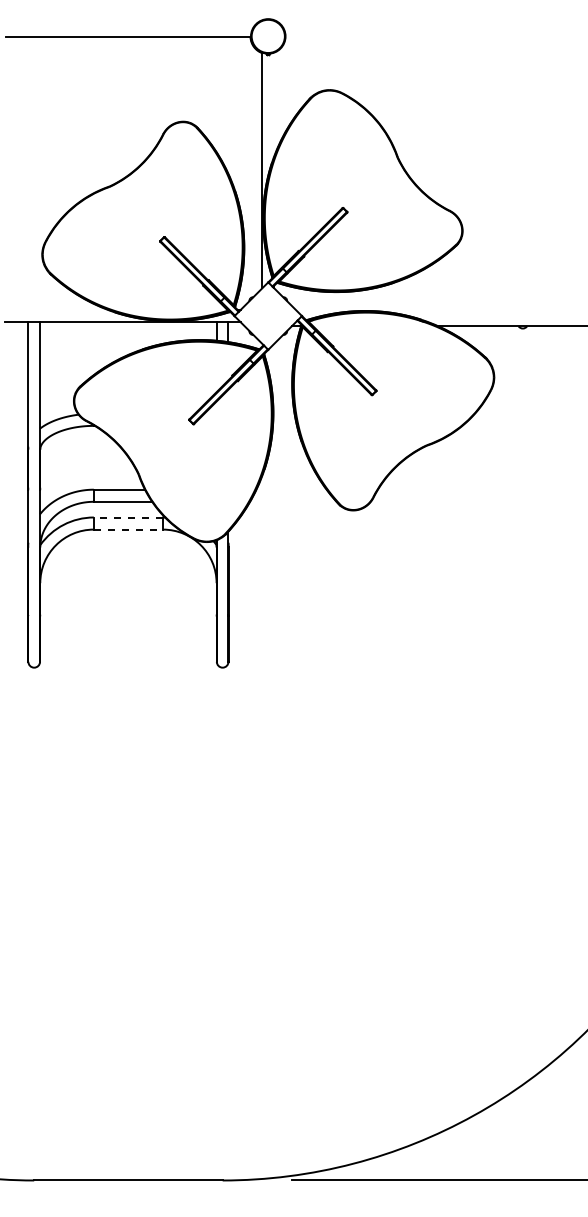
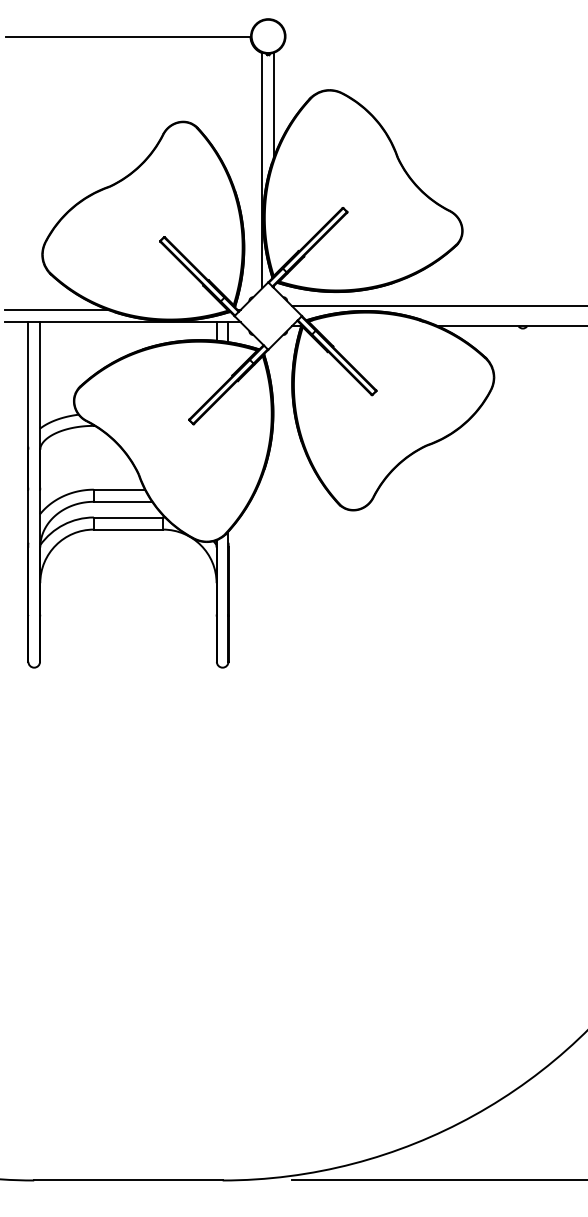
line at (274, 104): none -> present
line at (437, 305): none -> present
line at (56, 310): none -> present
line at (128, 517): dashed -> solid
line at (128, 529): dashed -> solid
